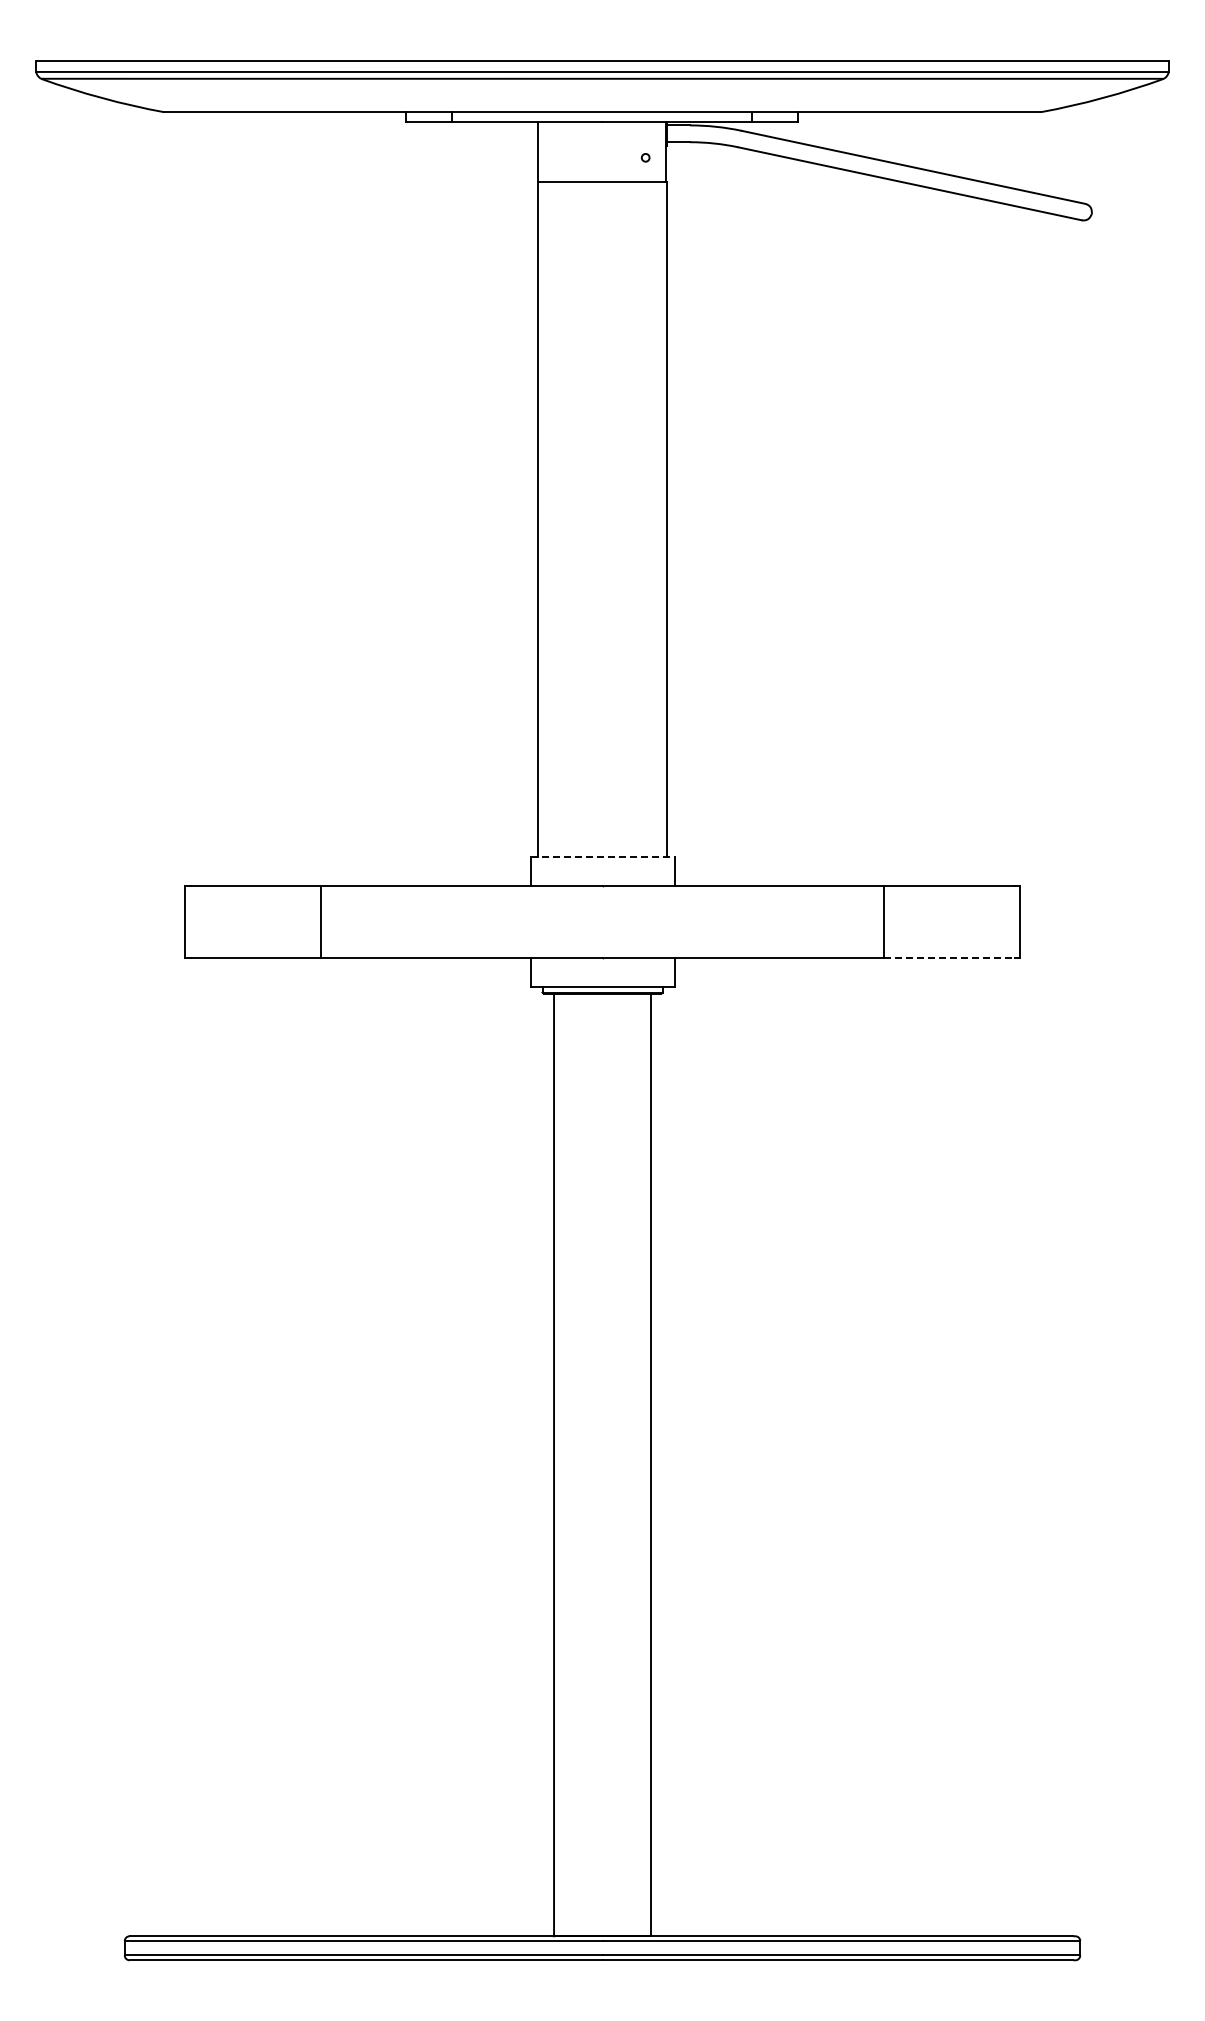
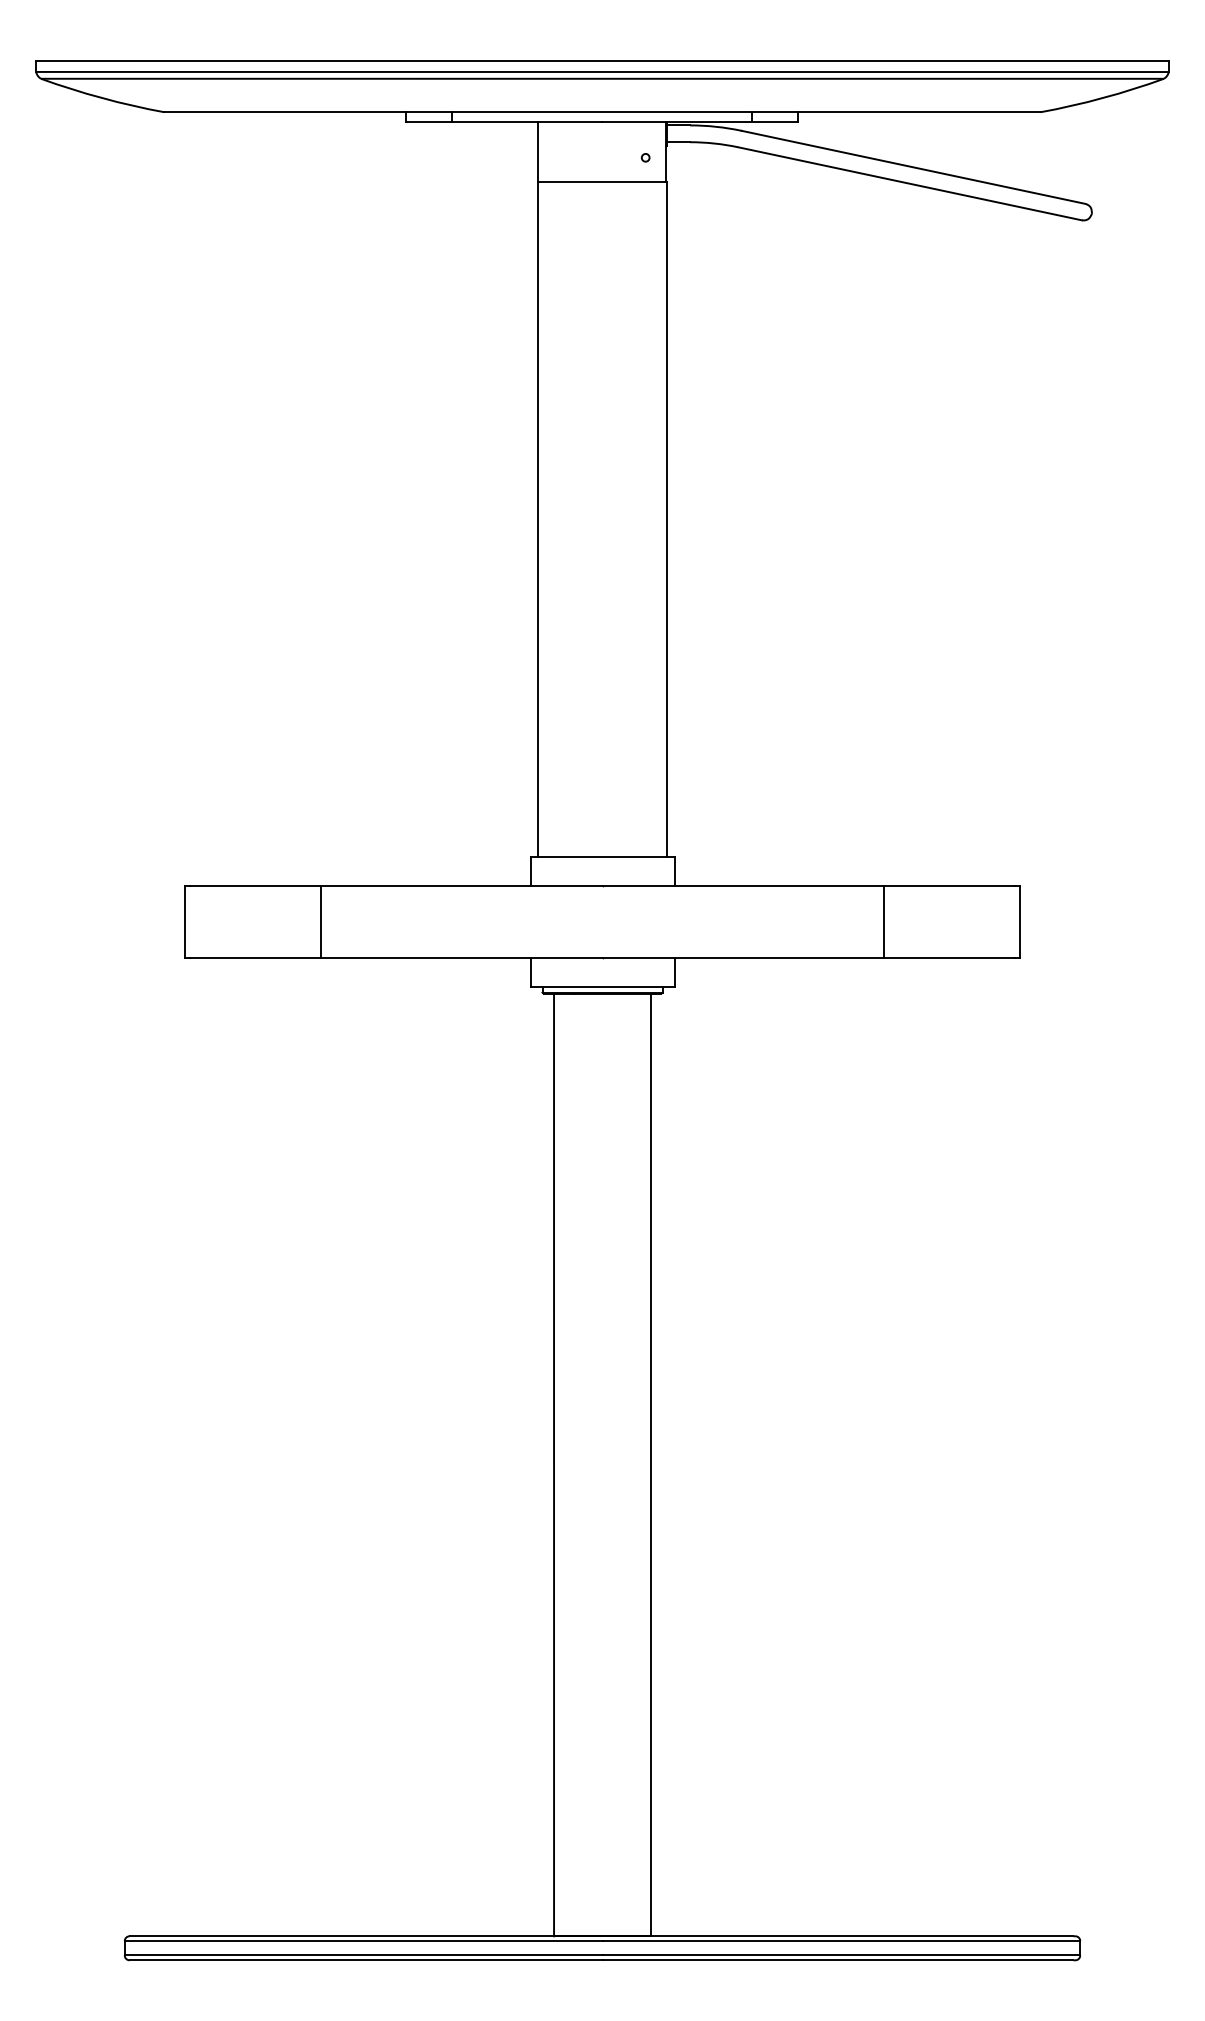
line at (602, 856): dashed -> solid
line at (949, 957): dashed -> solid
